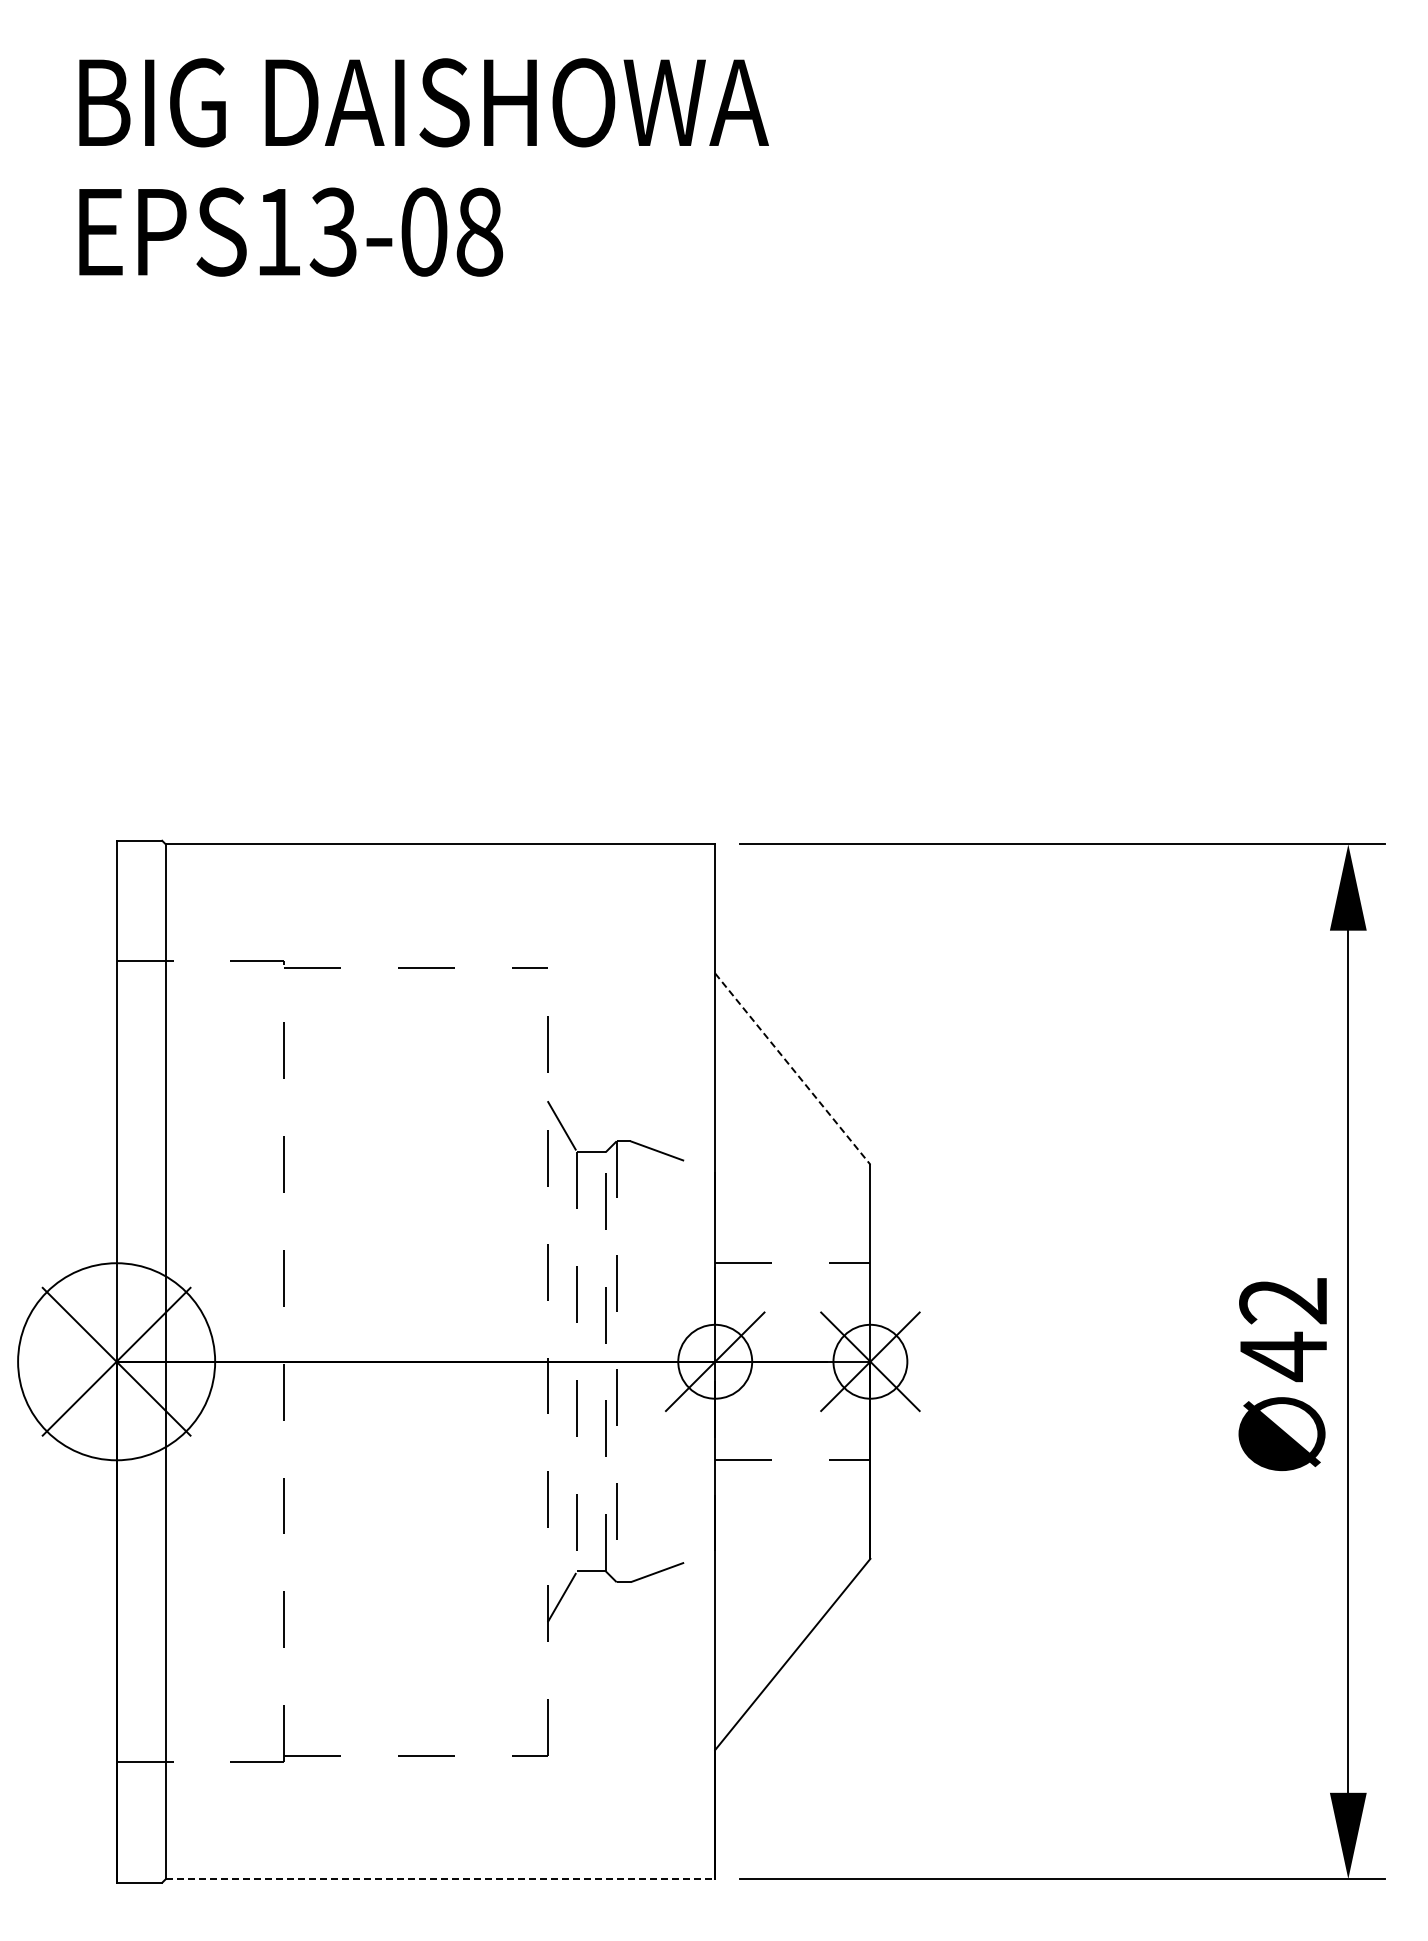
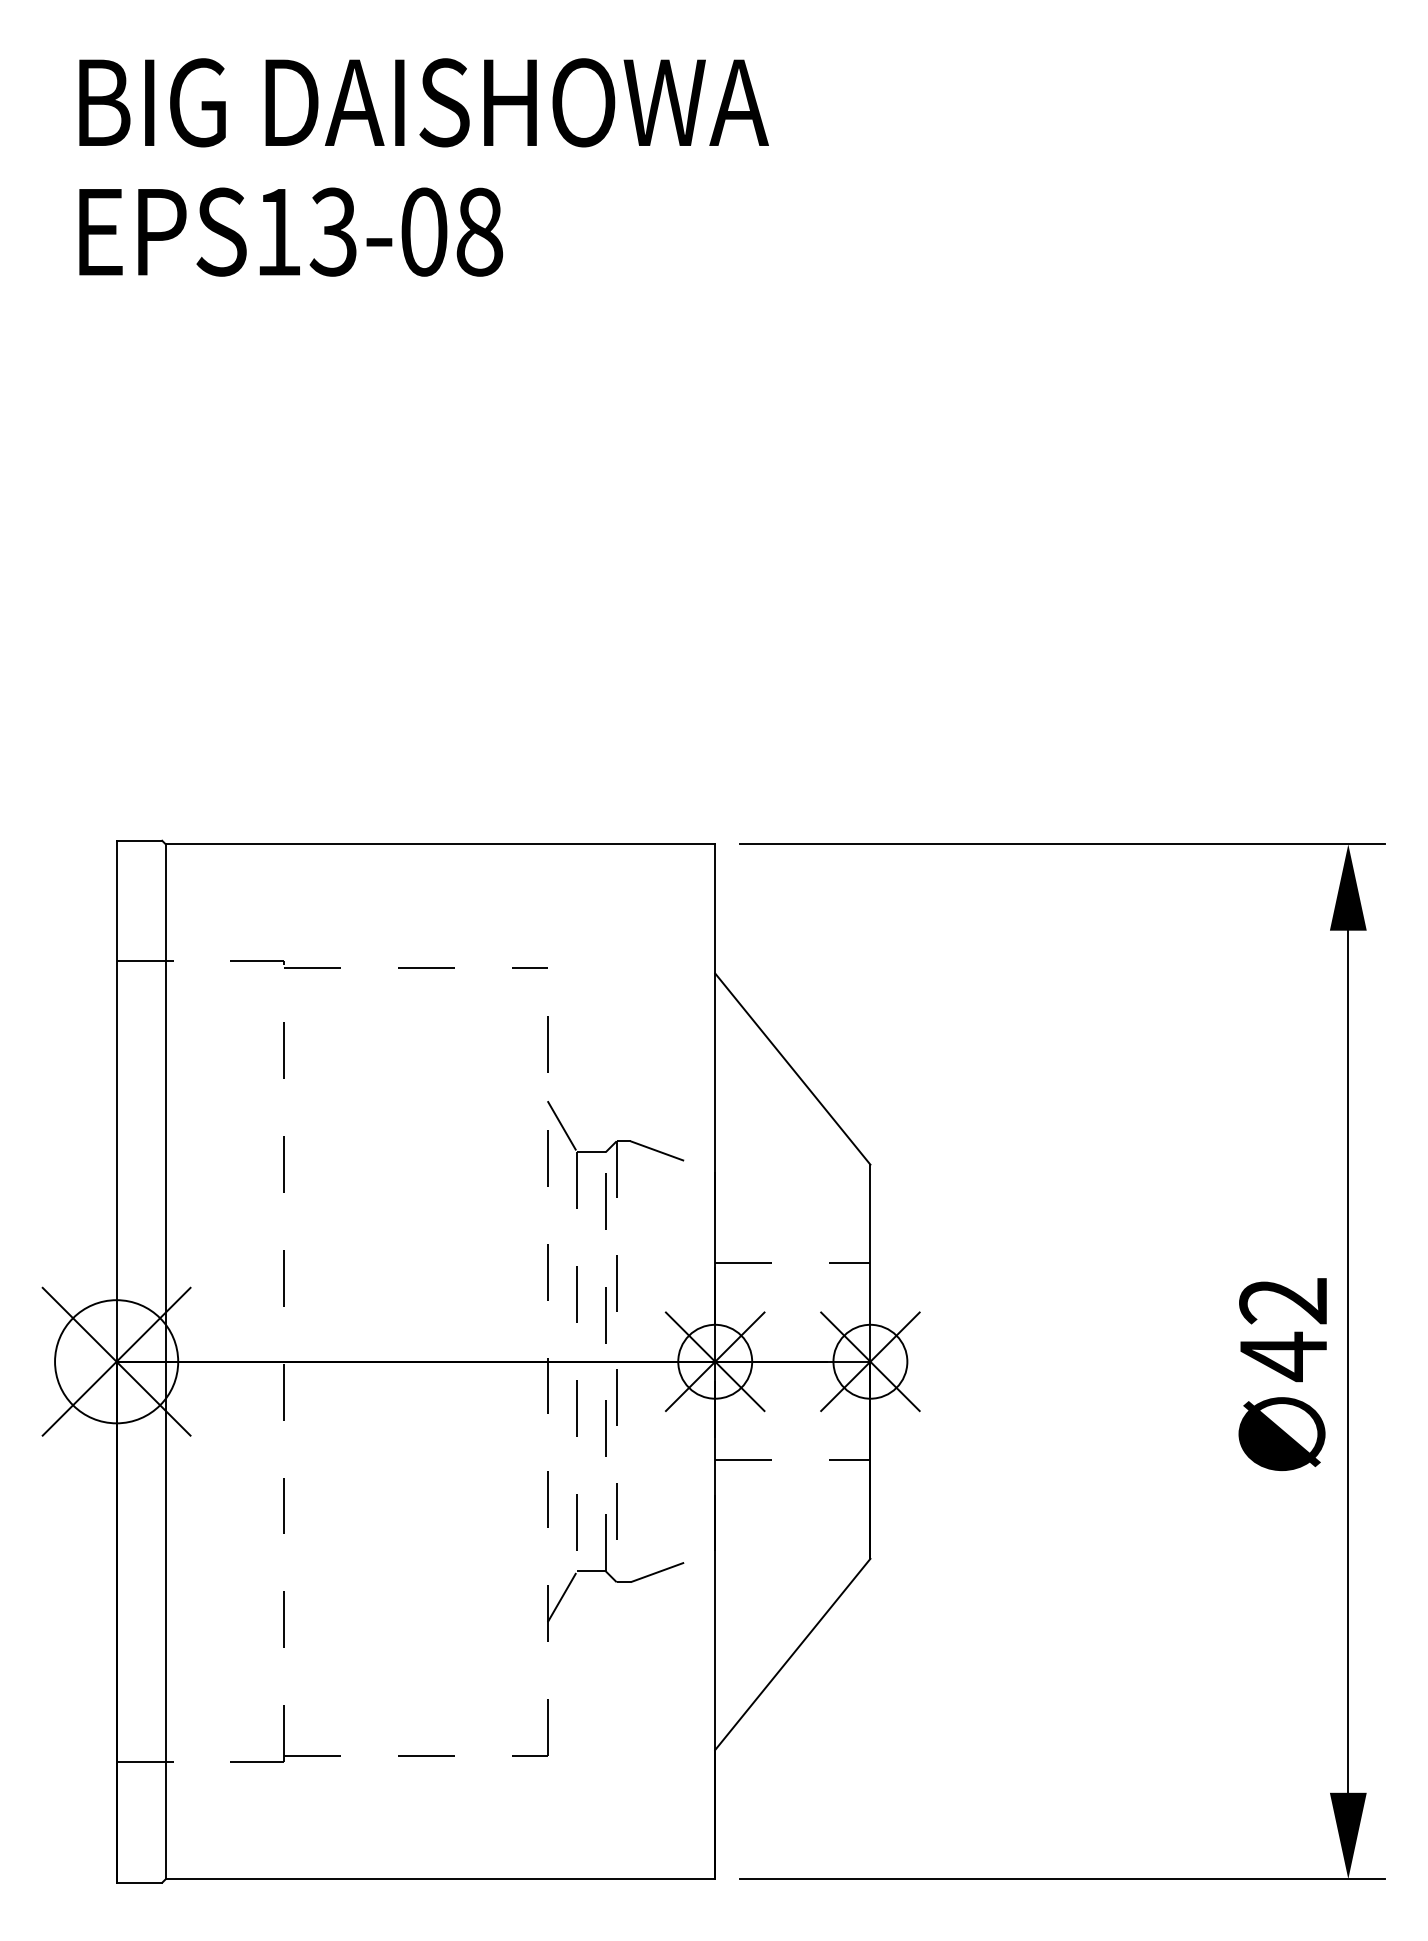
line at (793, 1069): dashed -> solid
circle at (116, 1361) diameter: 197 px -> 123 px
line at (714, 1361): none -> present
line at (440, 1879): dashed -> solid
